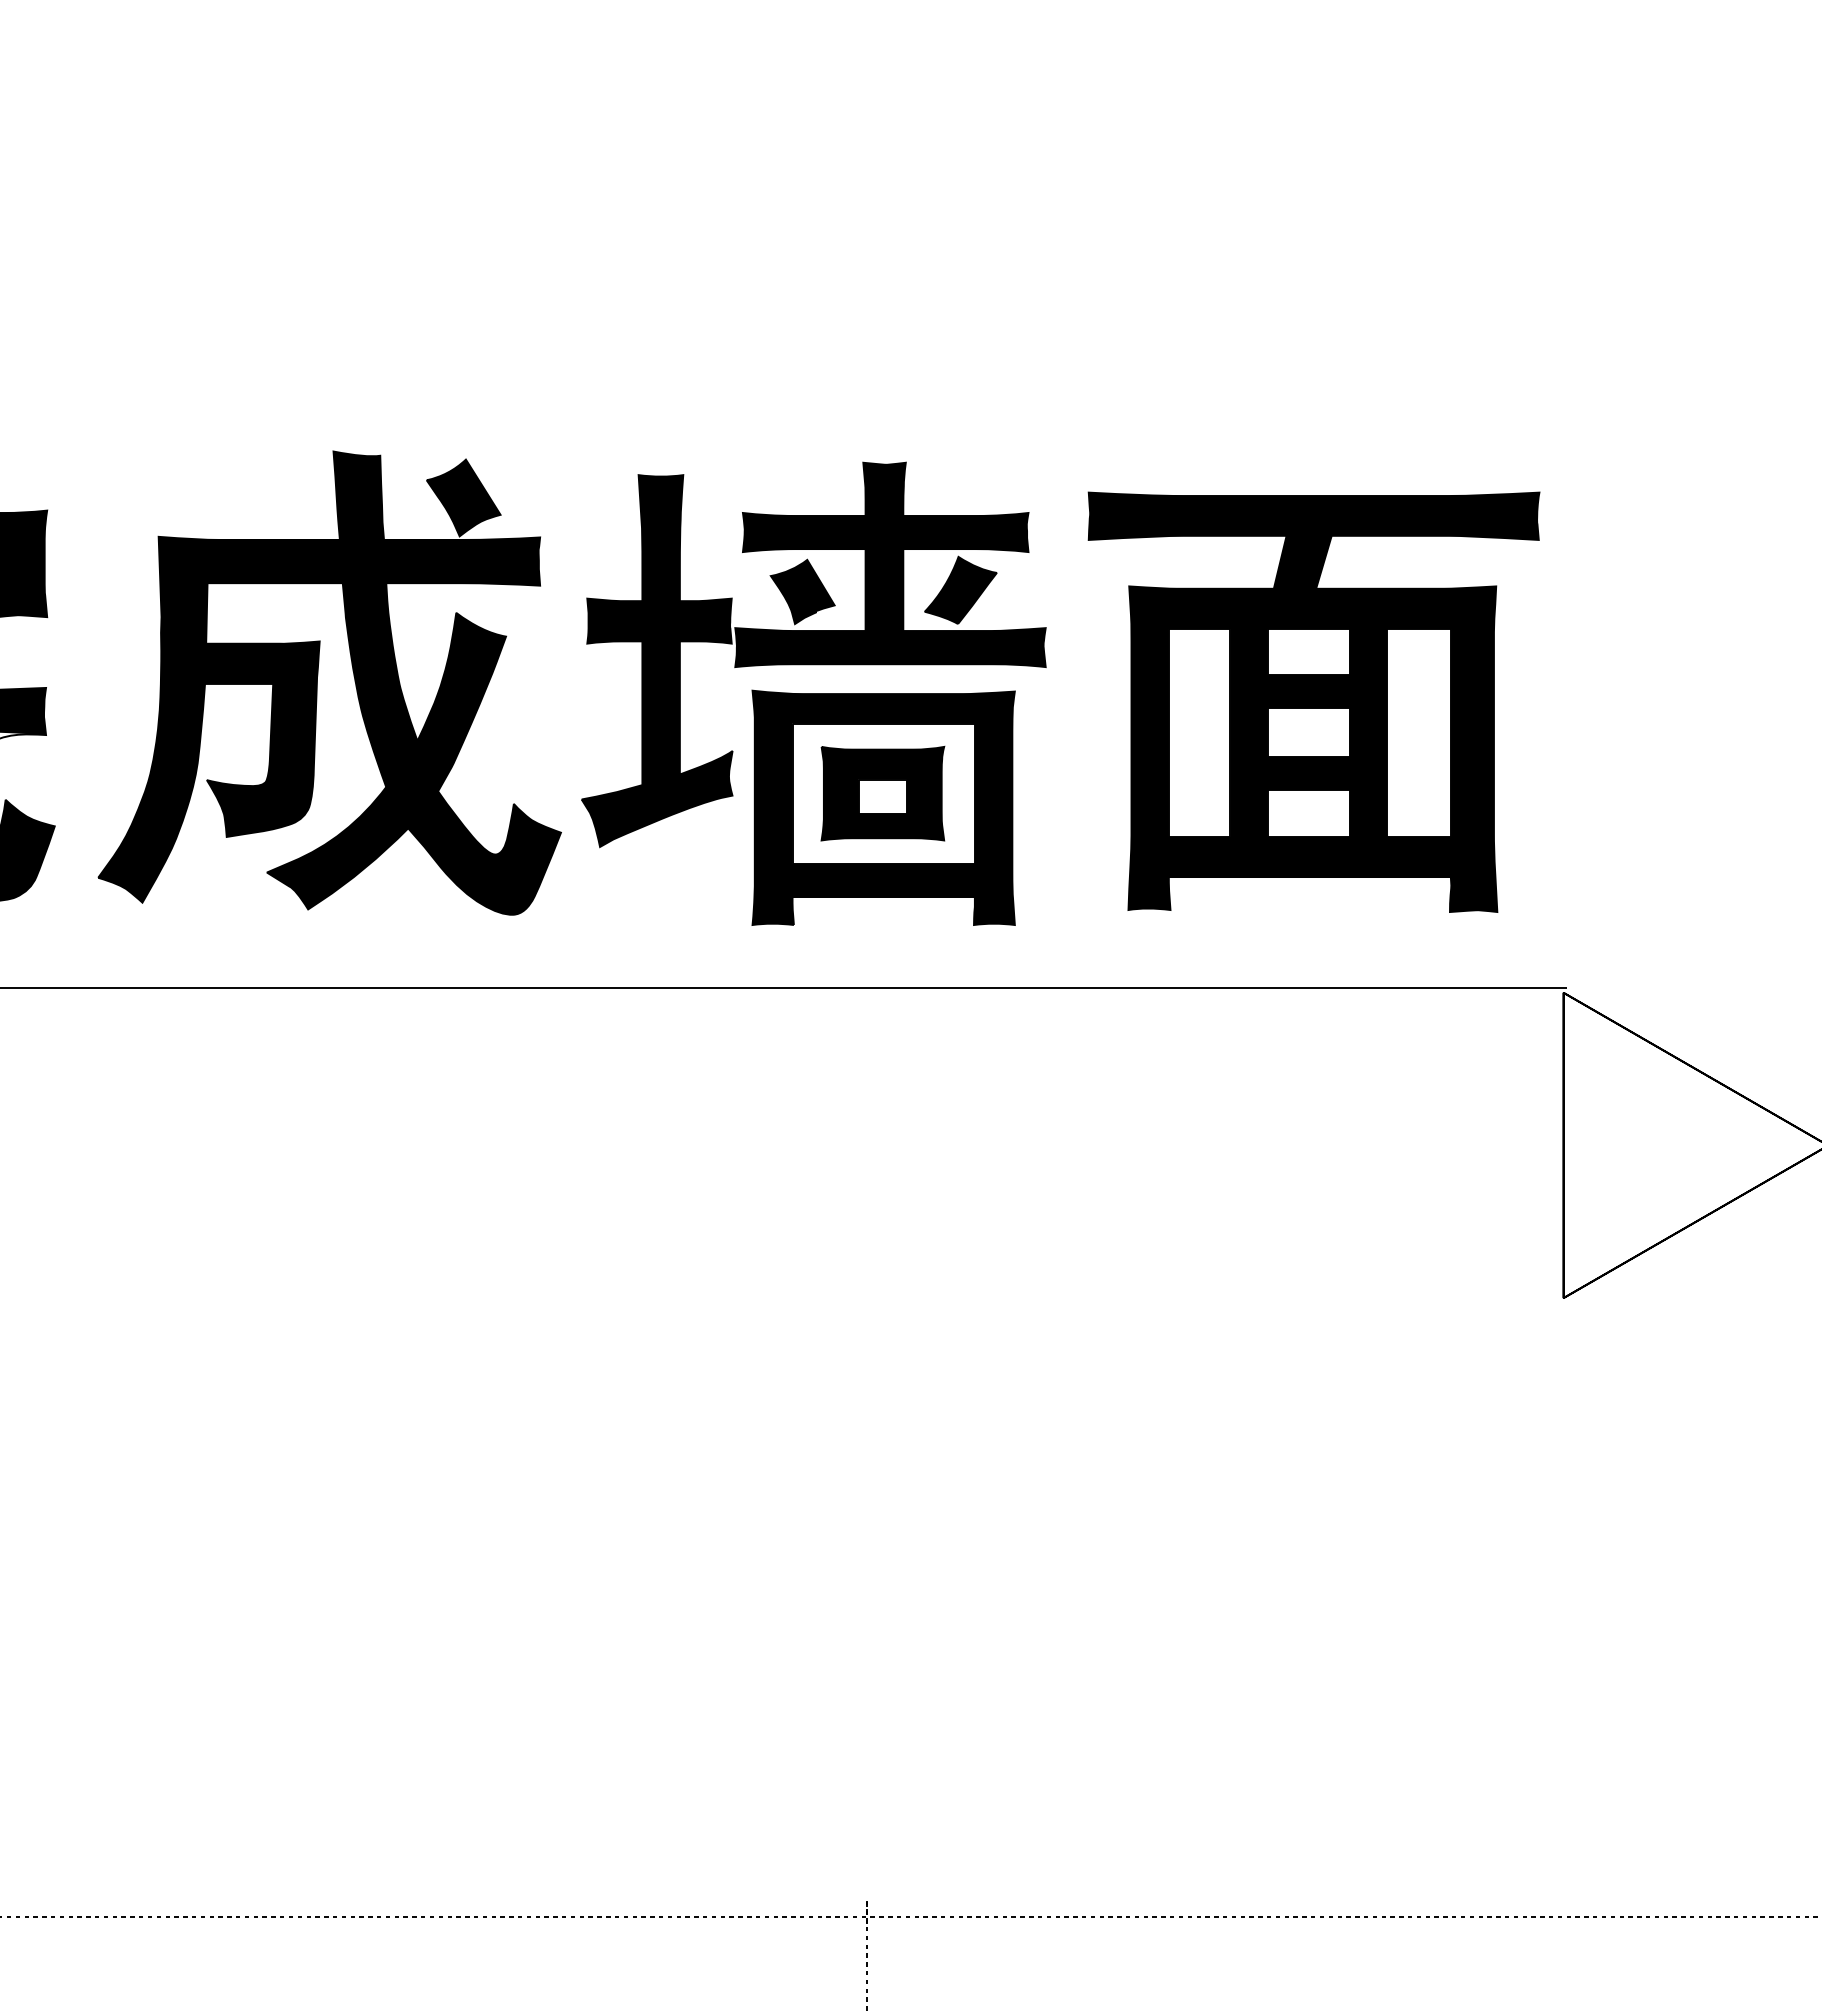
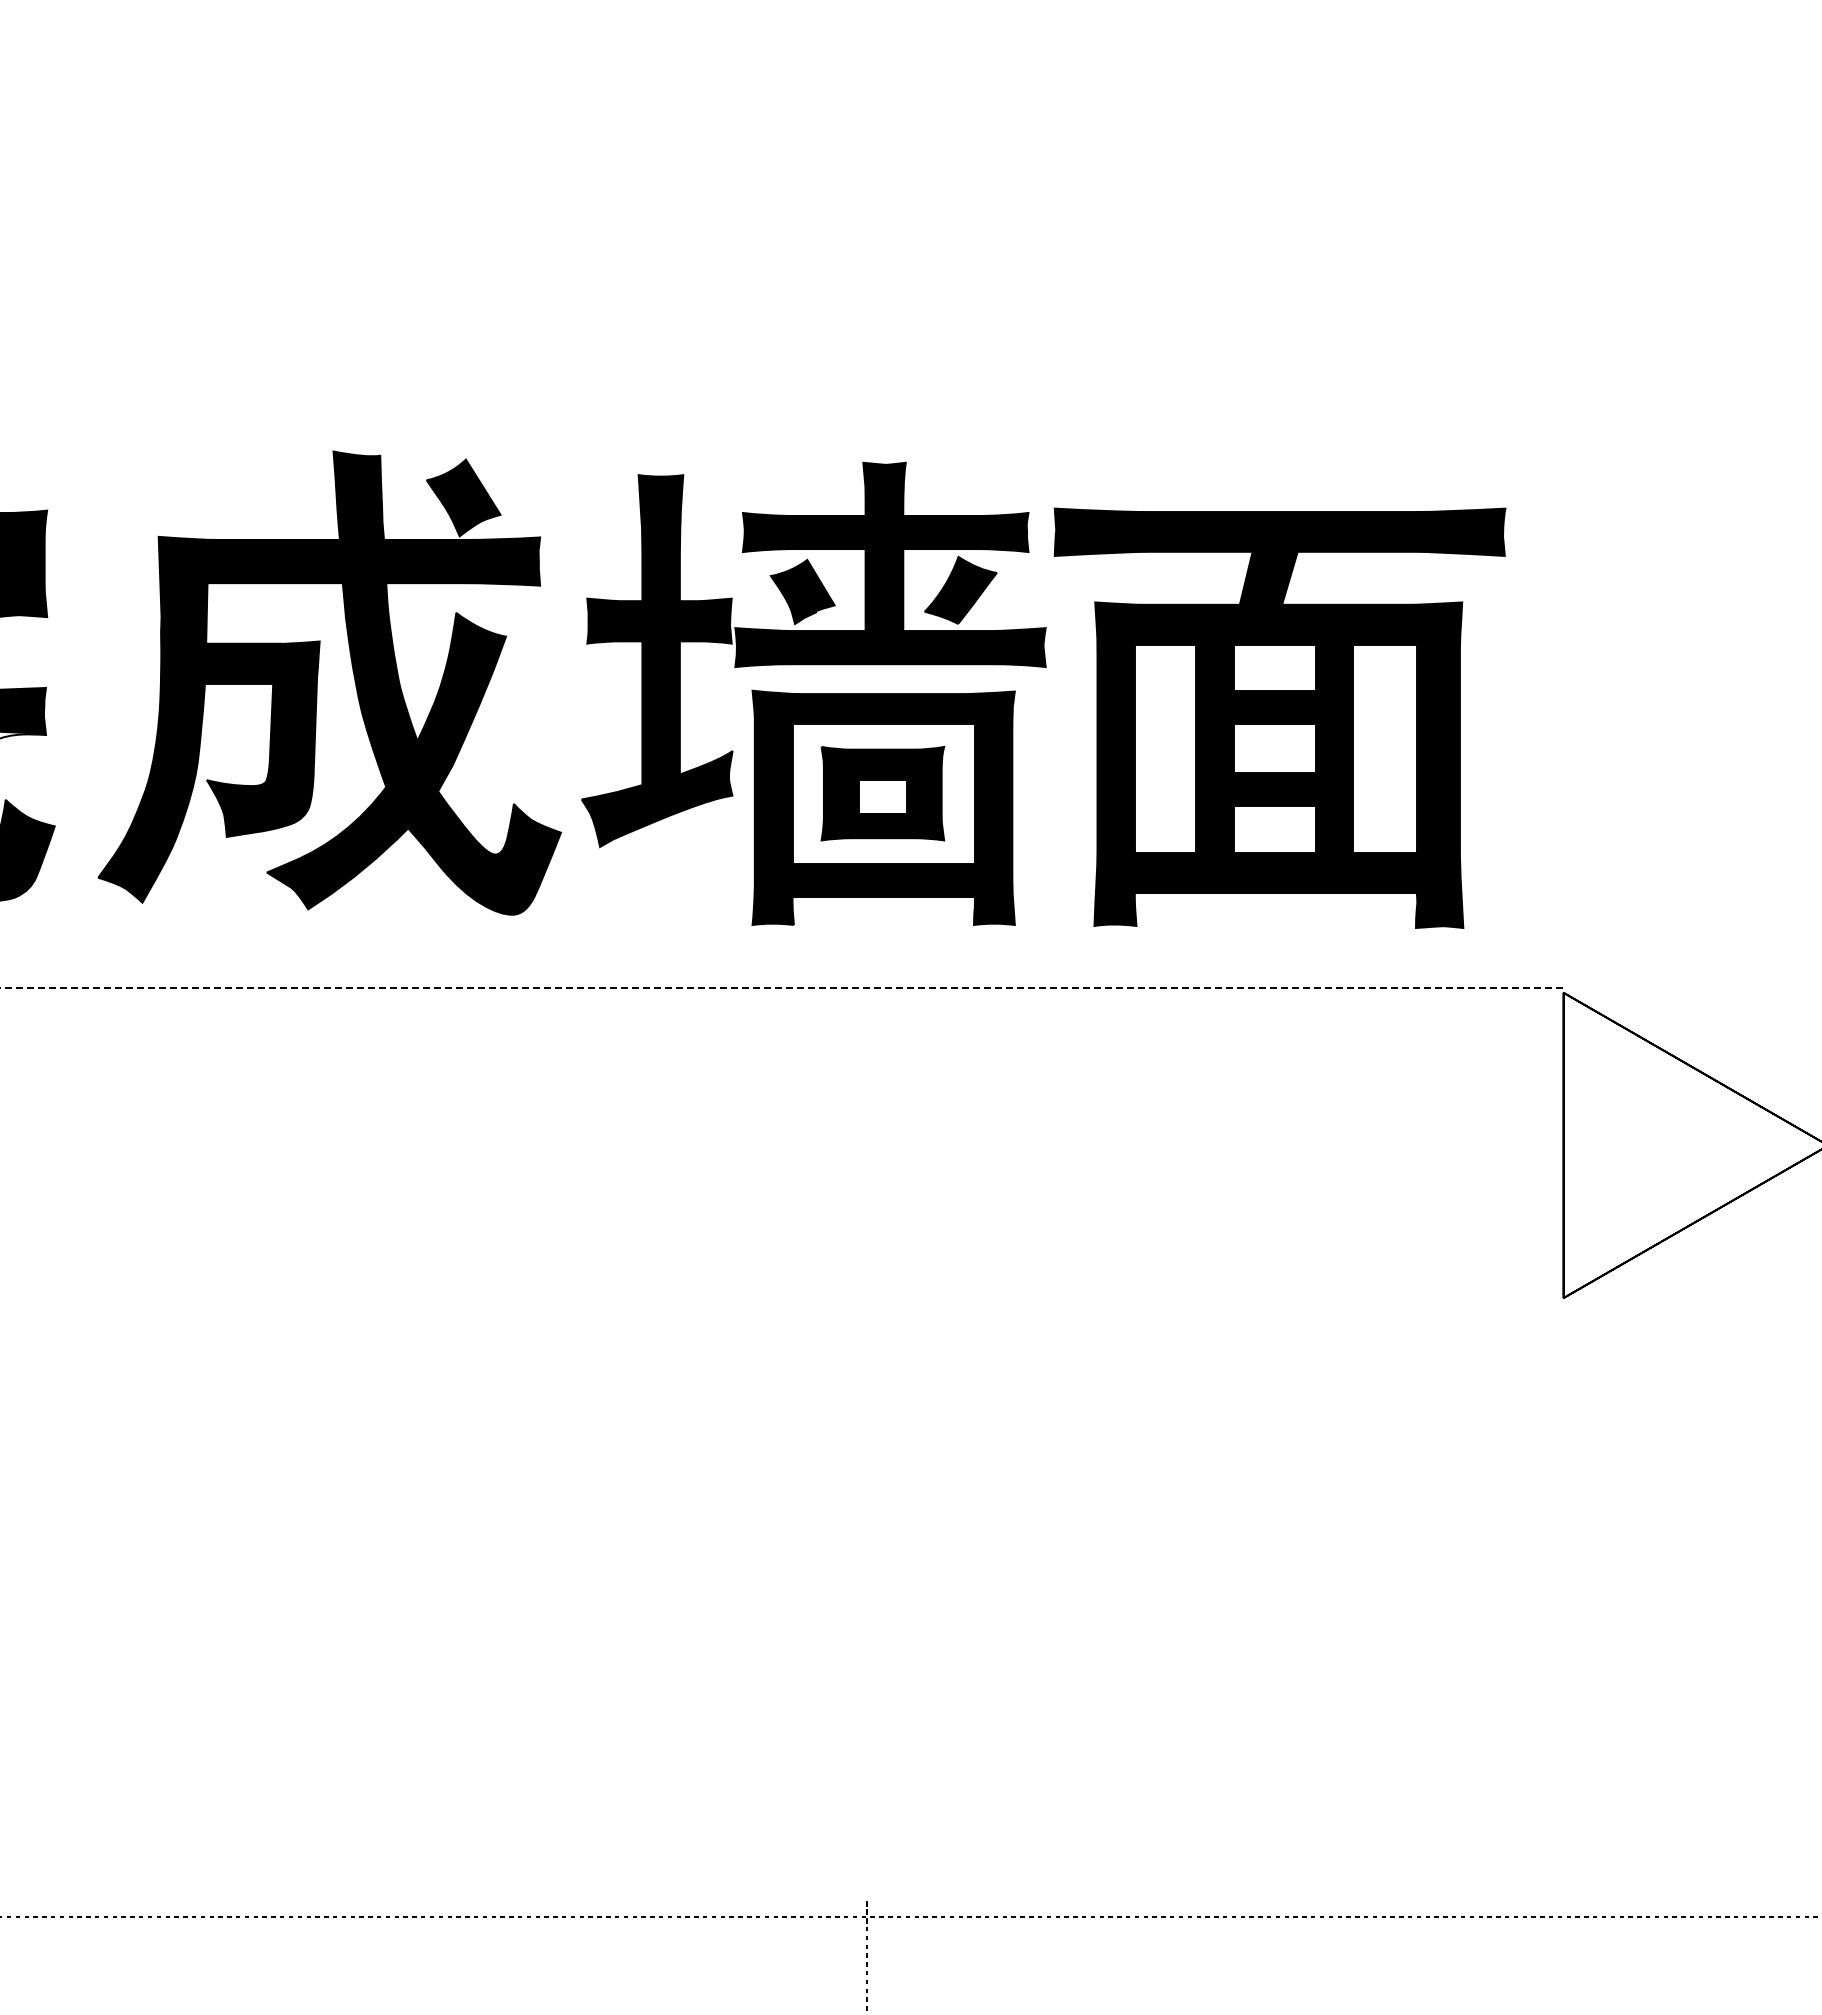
part at (1313, 701) position: (1313, 701) -> (1279, 717)
line at (783, 987): solid -> dashed
